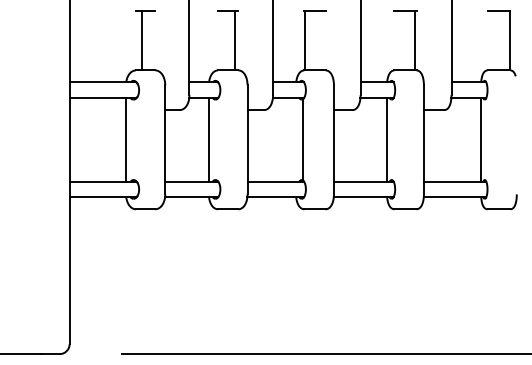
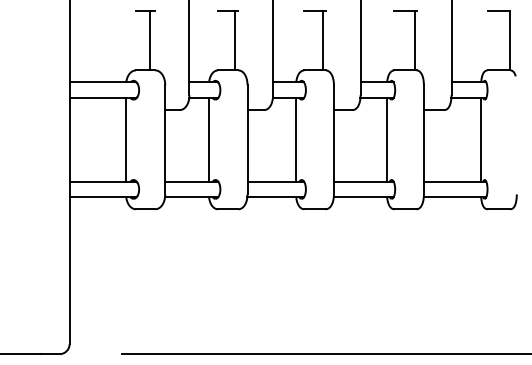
line at (142, 40) position: (142, 40) -> (150, 40)
line at (305, 40) position: (305, 40) -> (323, 40)
line at (303, 139) position: (303, 139) -> (296, 139)
